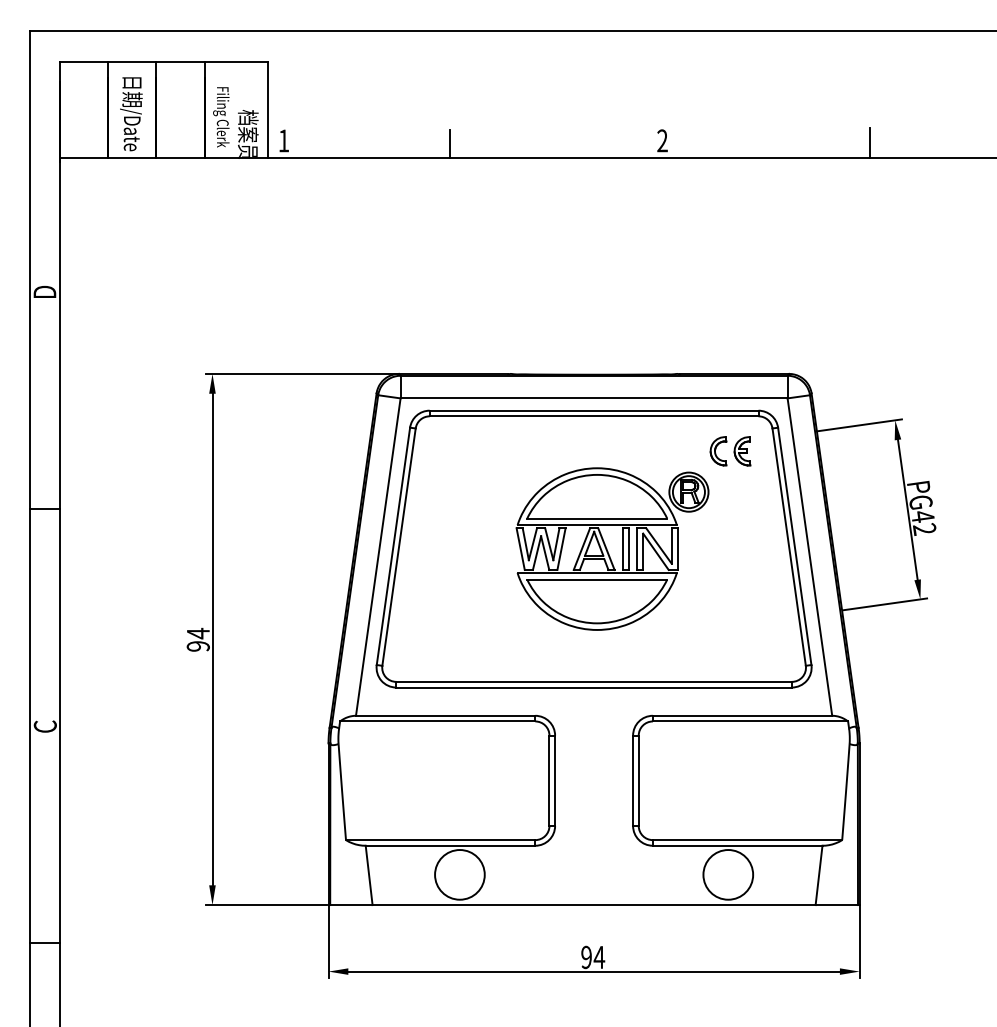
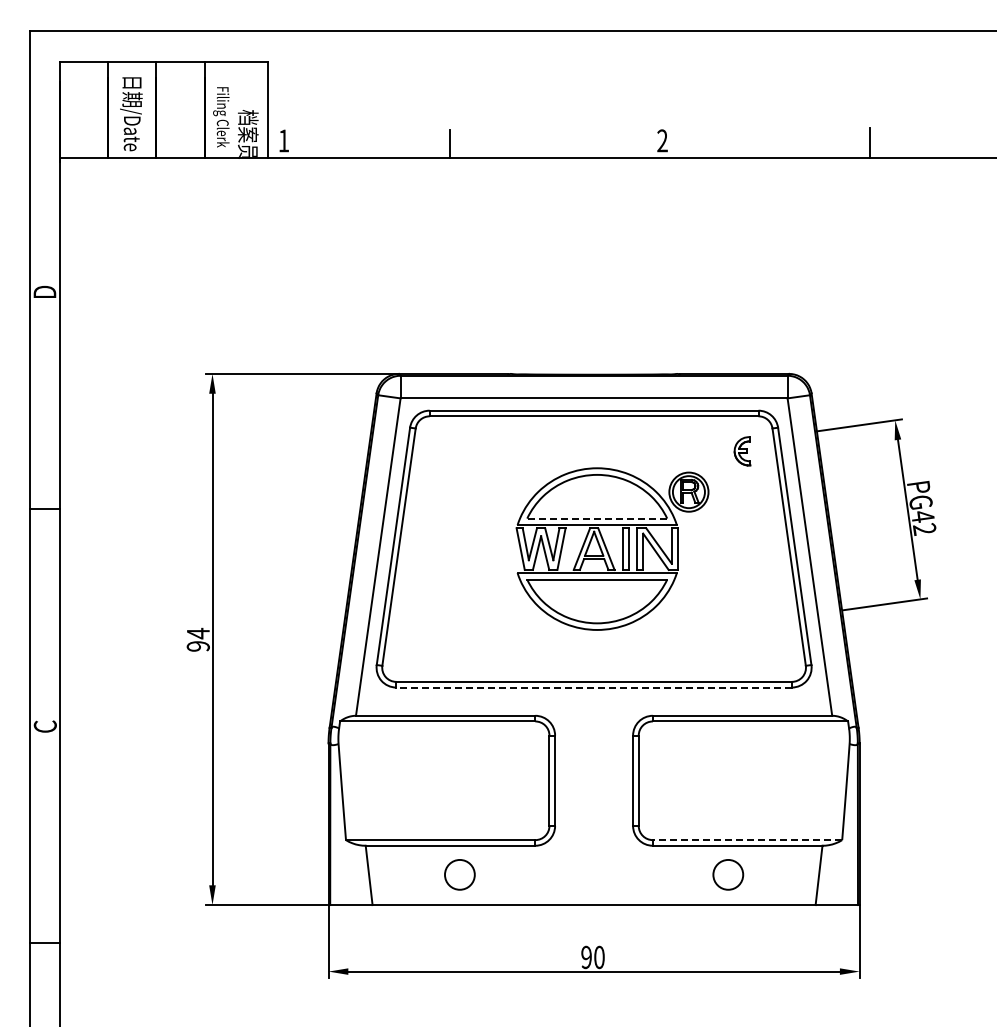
part at (718, 451): present -> none
line at (596, 518): solid -> dashed
line at (594, 687): solid -> dashed
line at (747, 840): solid -> dashed
circle at (459, 874) diameter: 50 px -> 30 px
circle at (728, 874) diameter: 50 px -> 30 px
text at (599, 957): 94 -> 90
